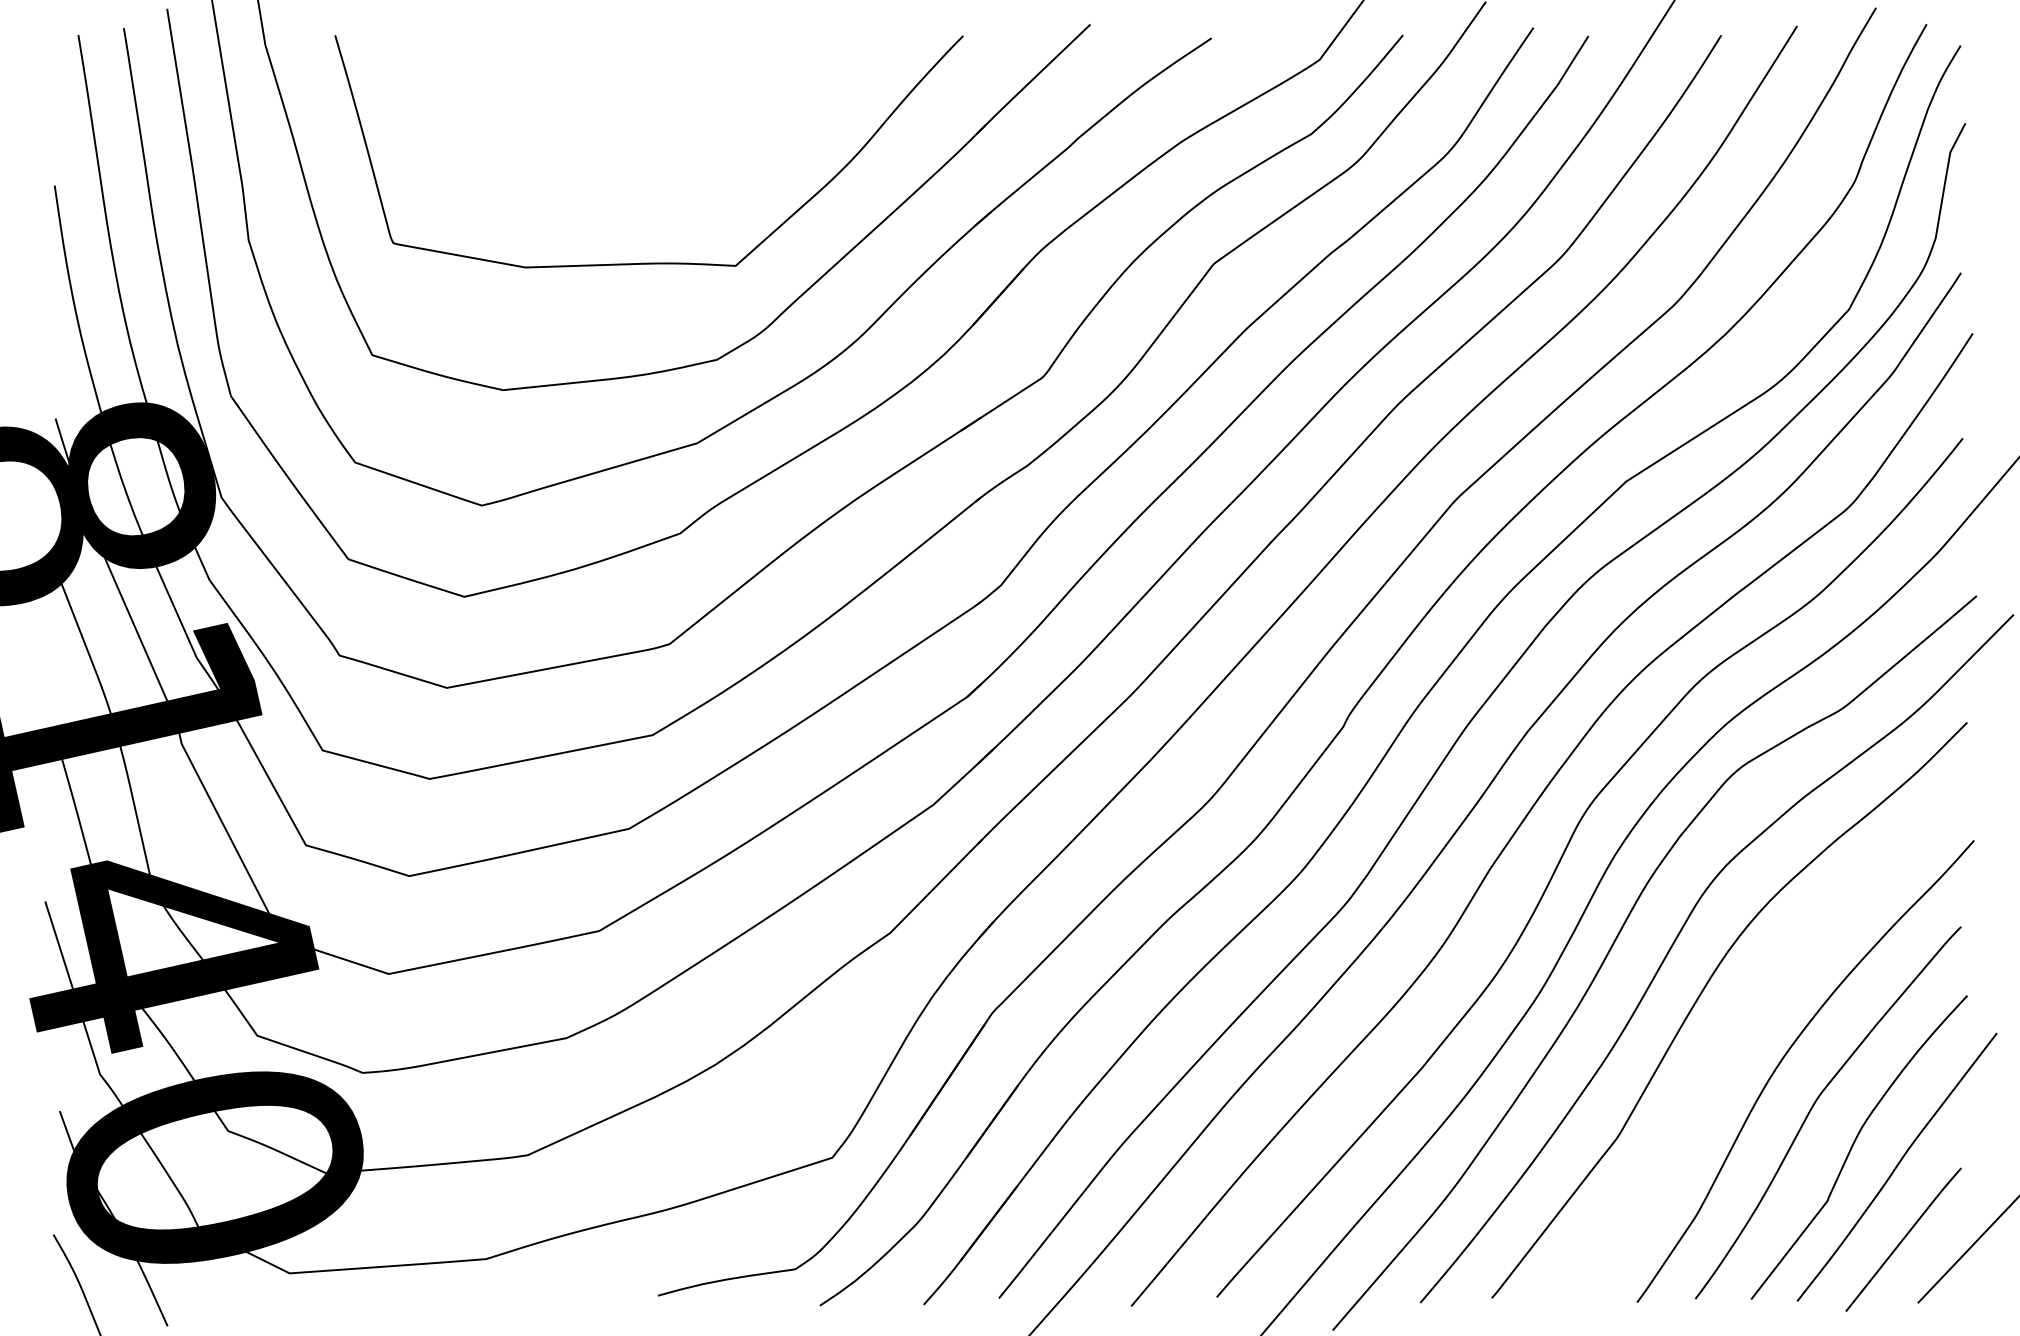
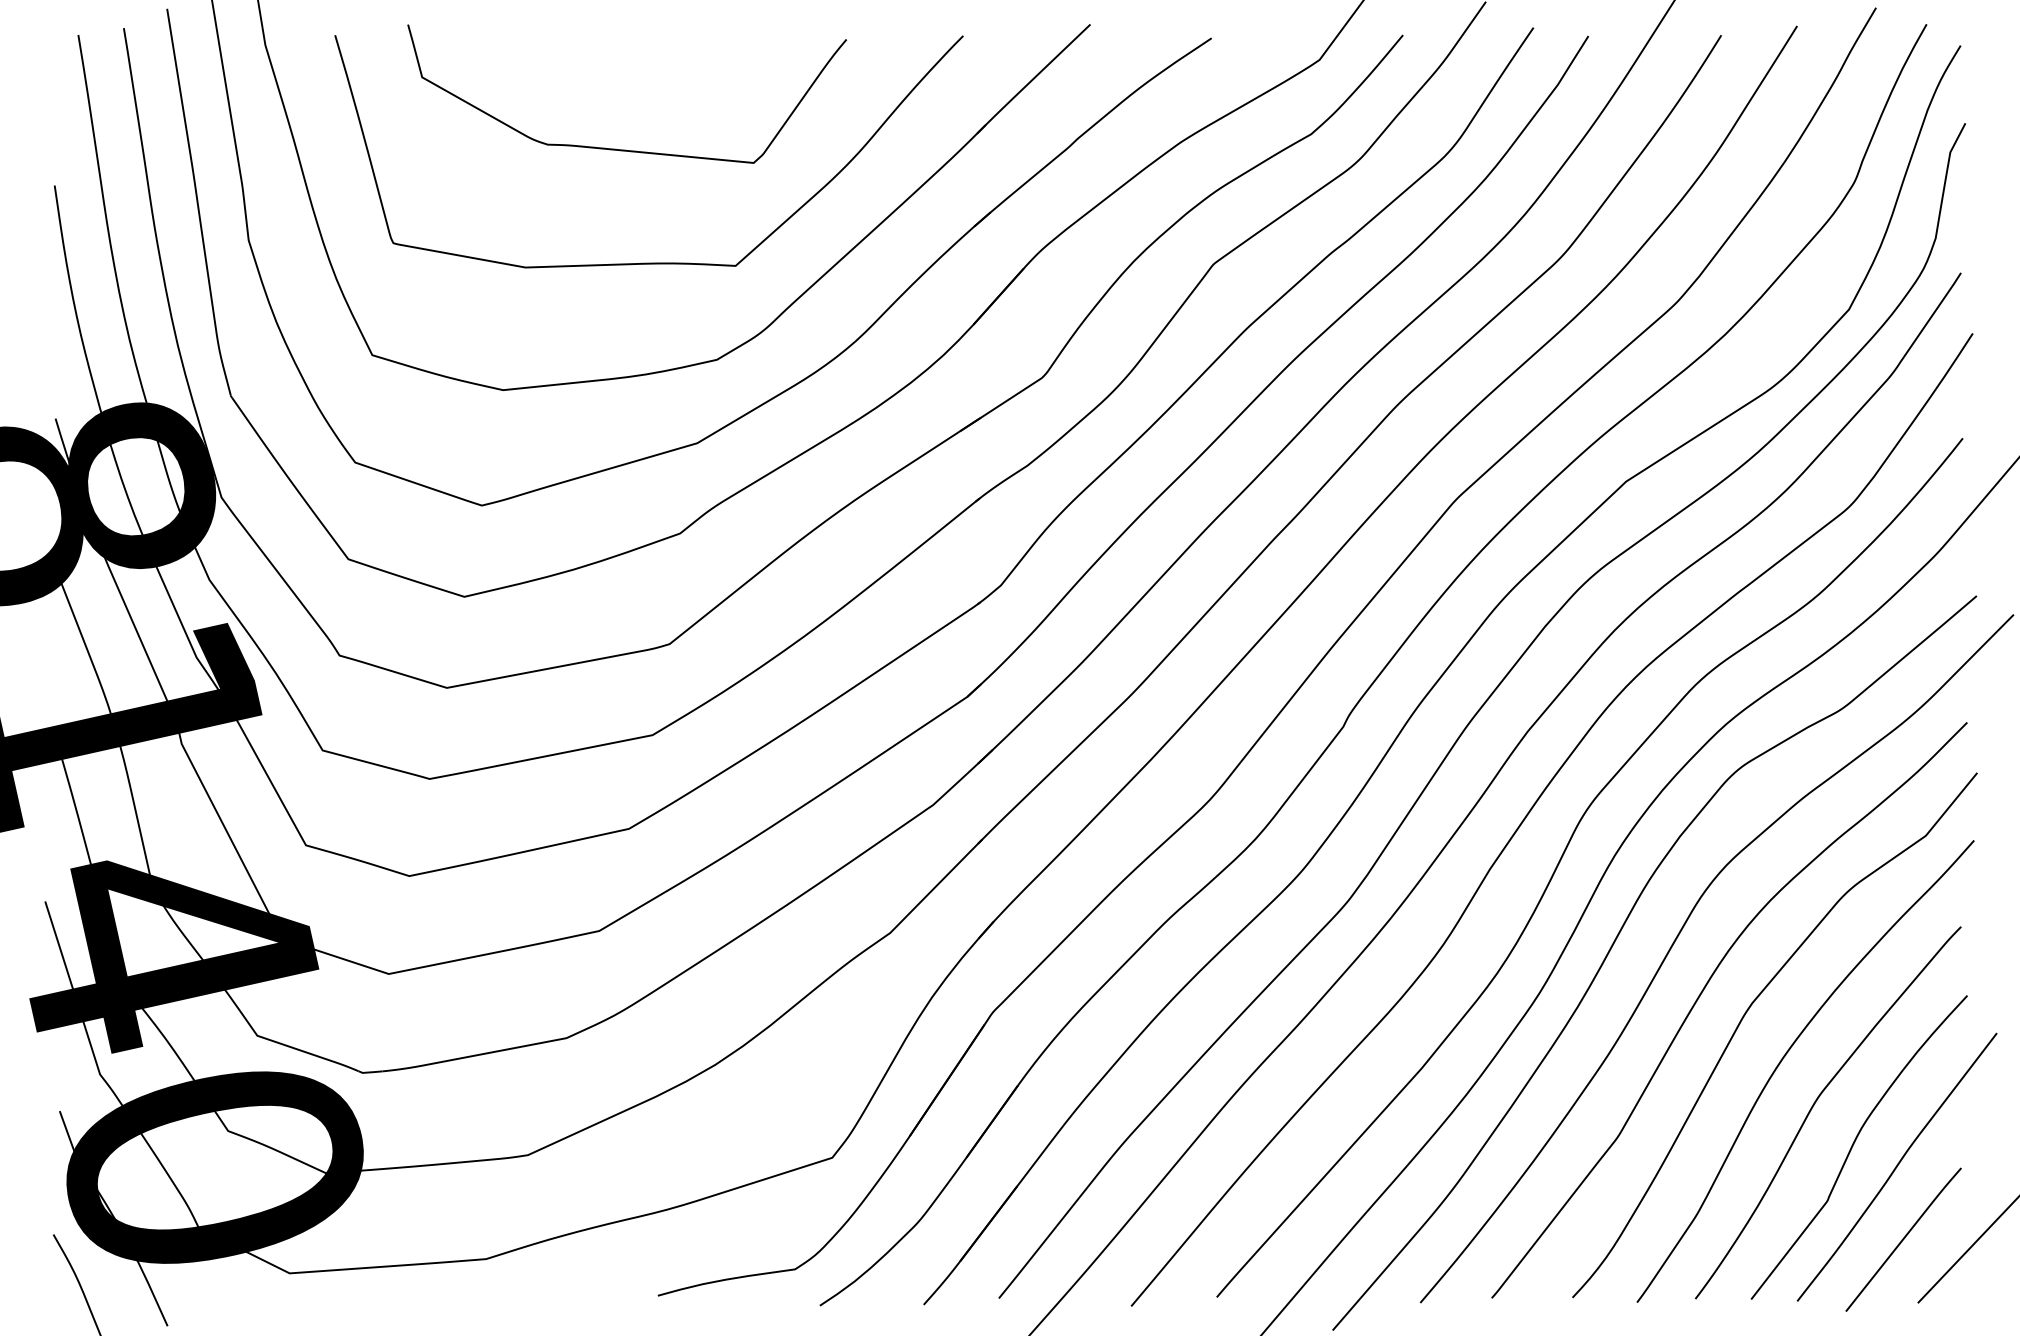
curve at (626, 149): none -> present
curve at (1744, 1017): none -> present
